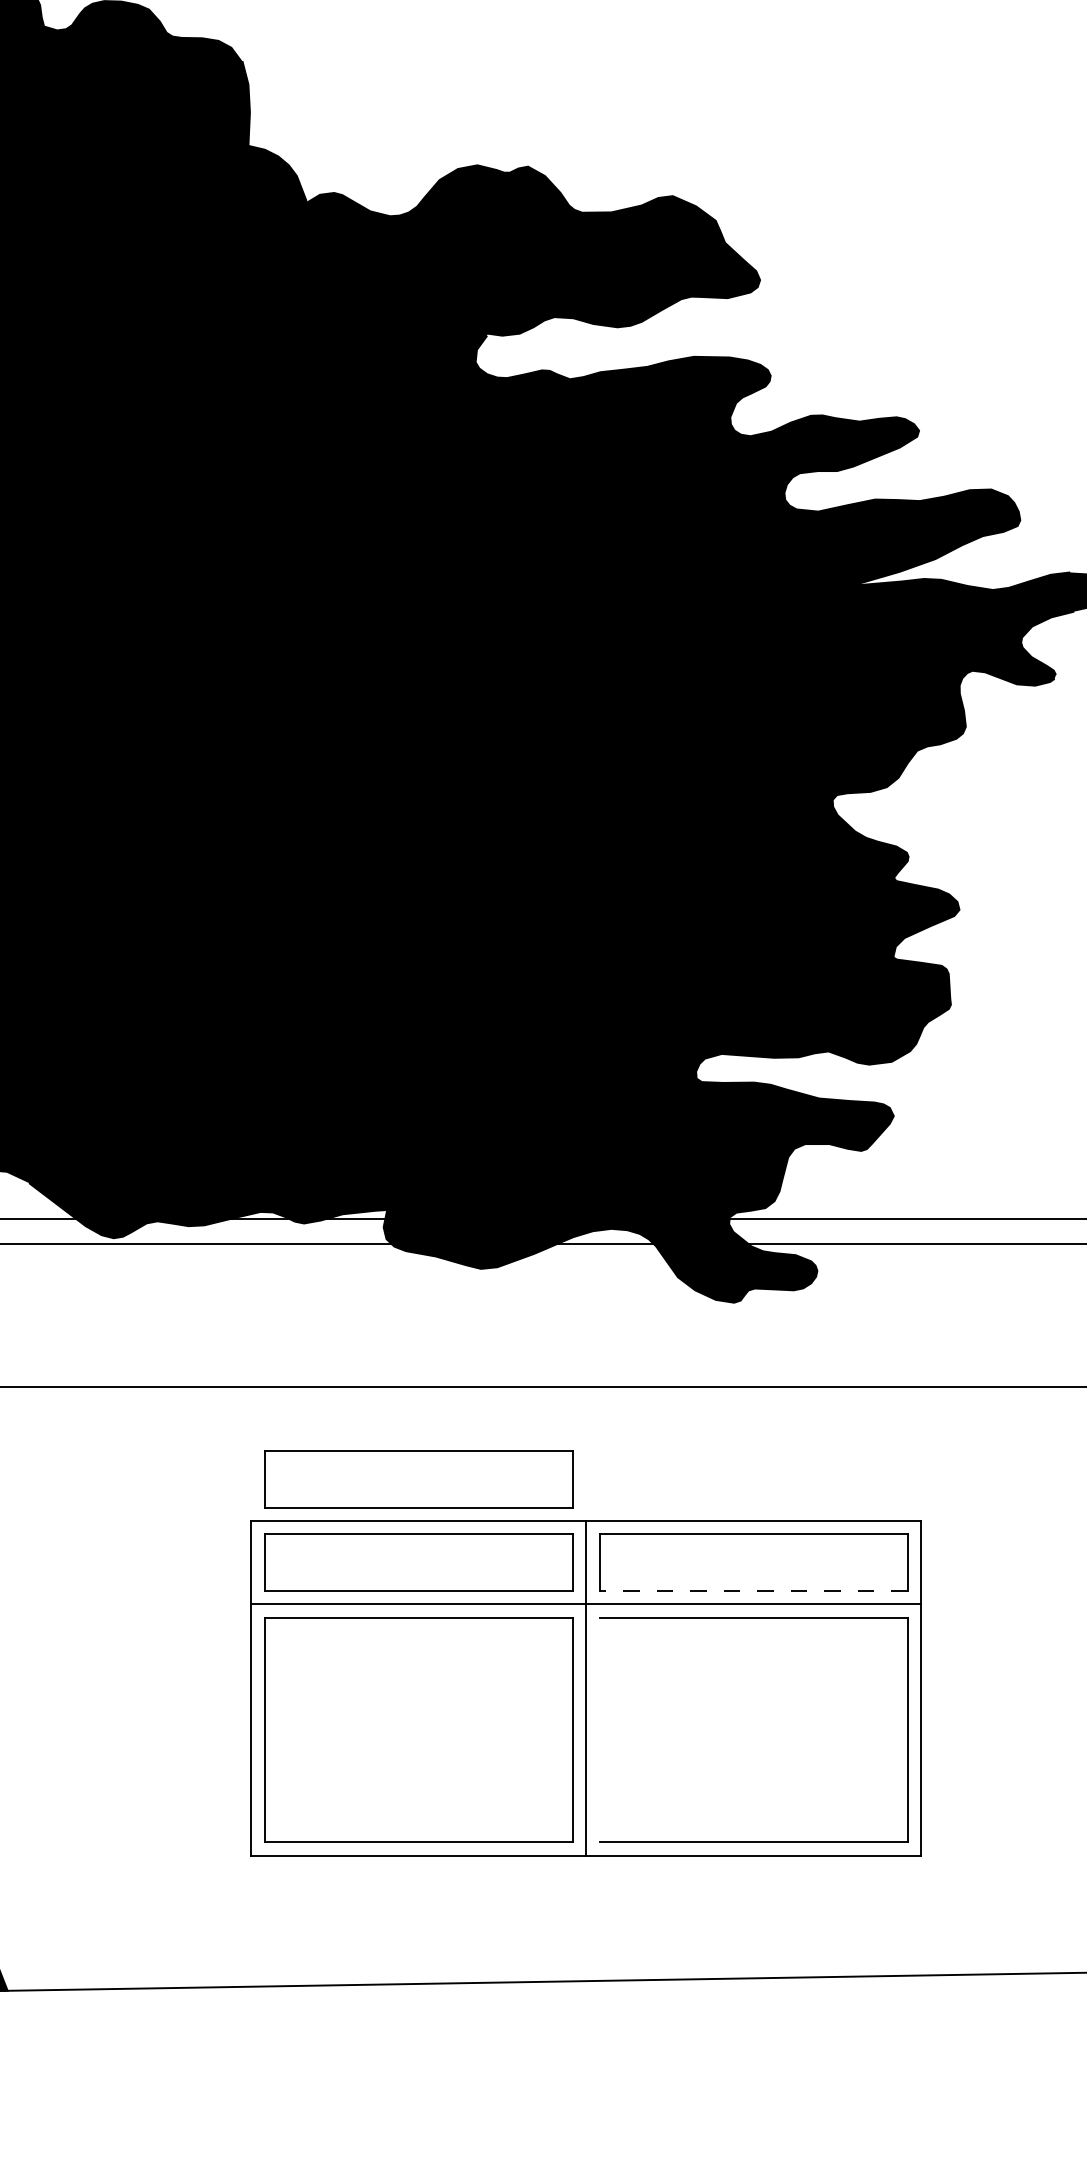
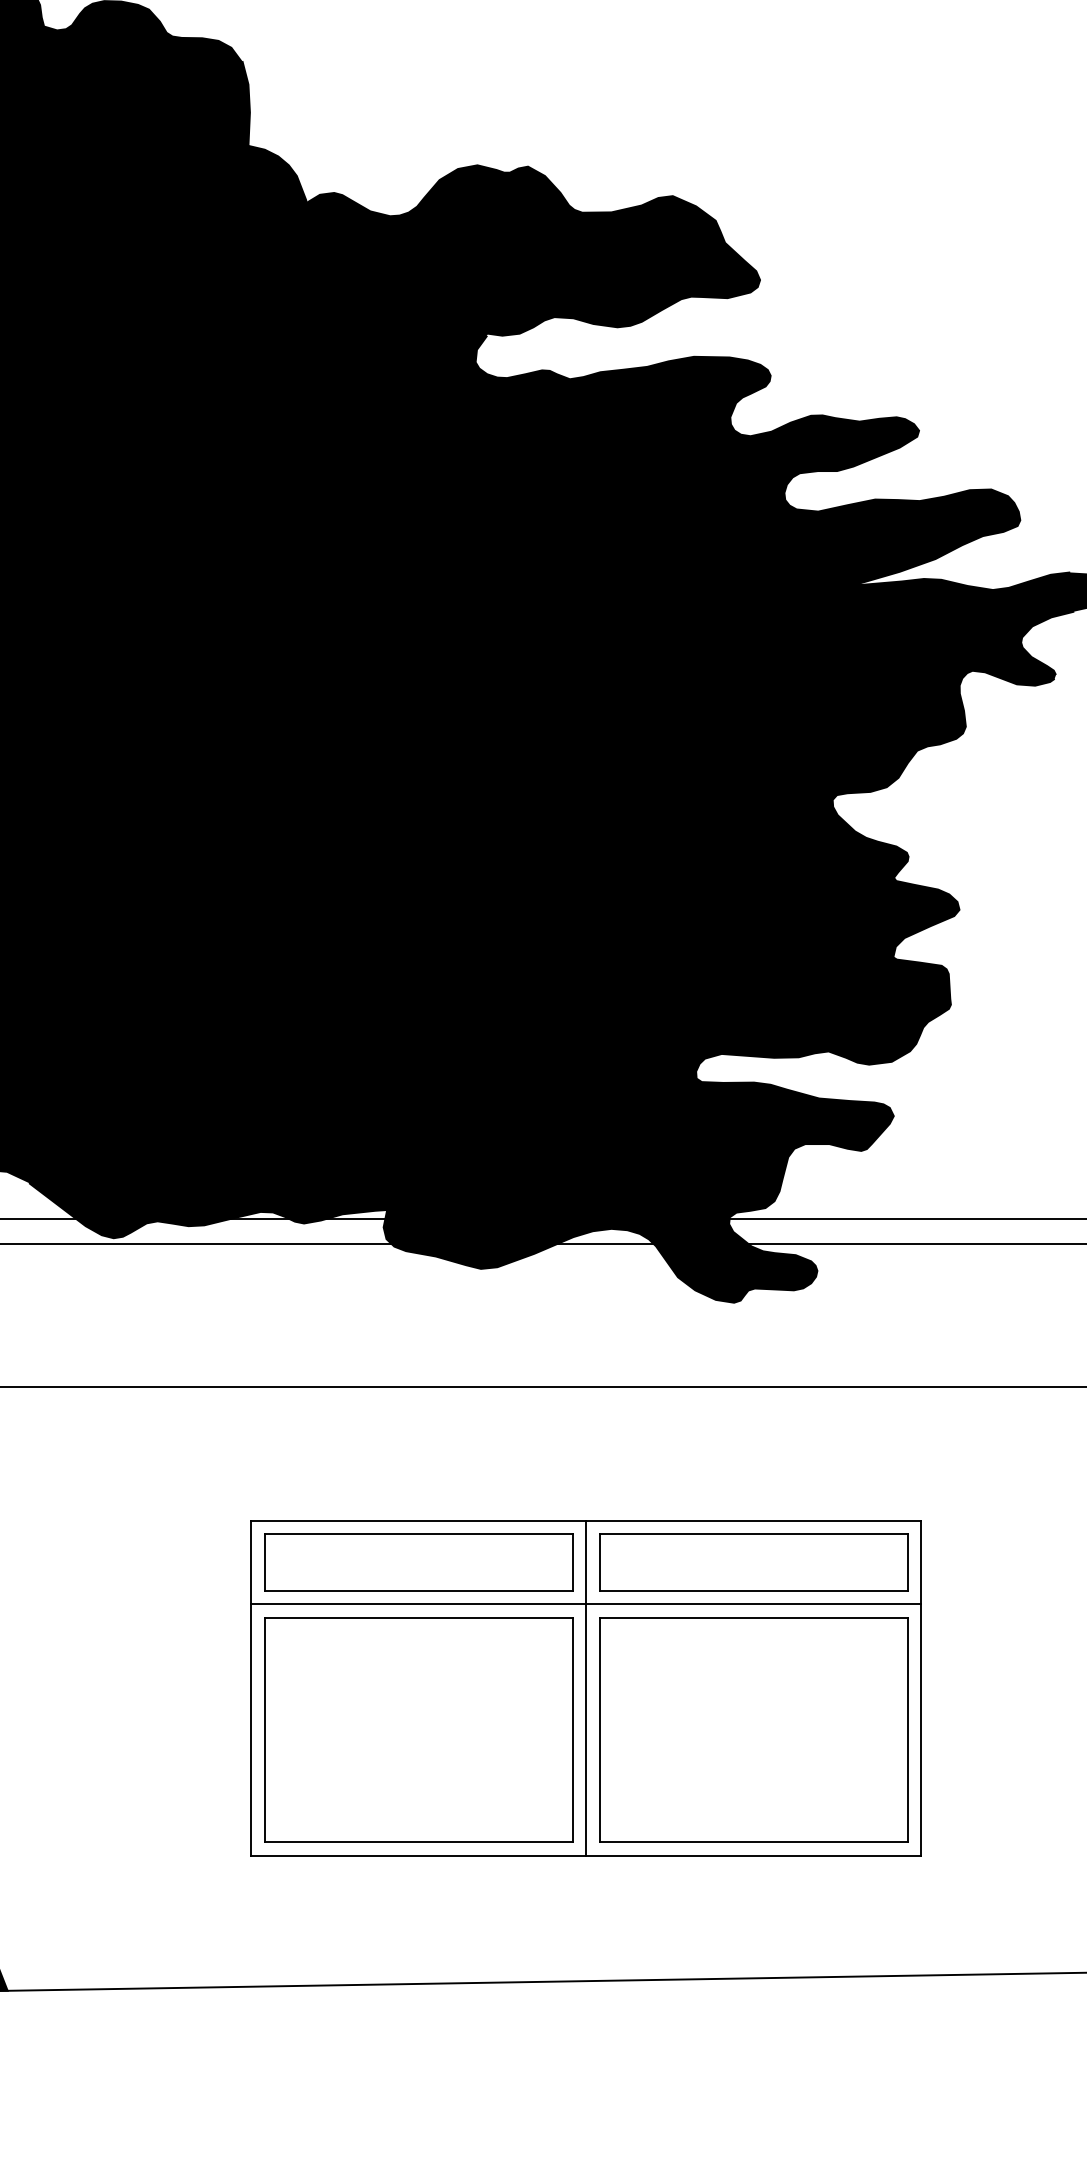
part at (418, 1479): present -> none
line at (753, 1590): dashed -> solid
line at (599, 1729): none -> present
